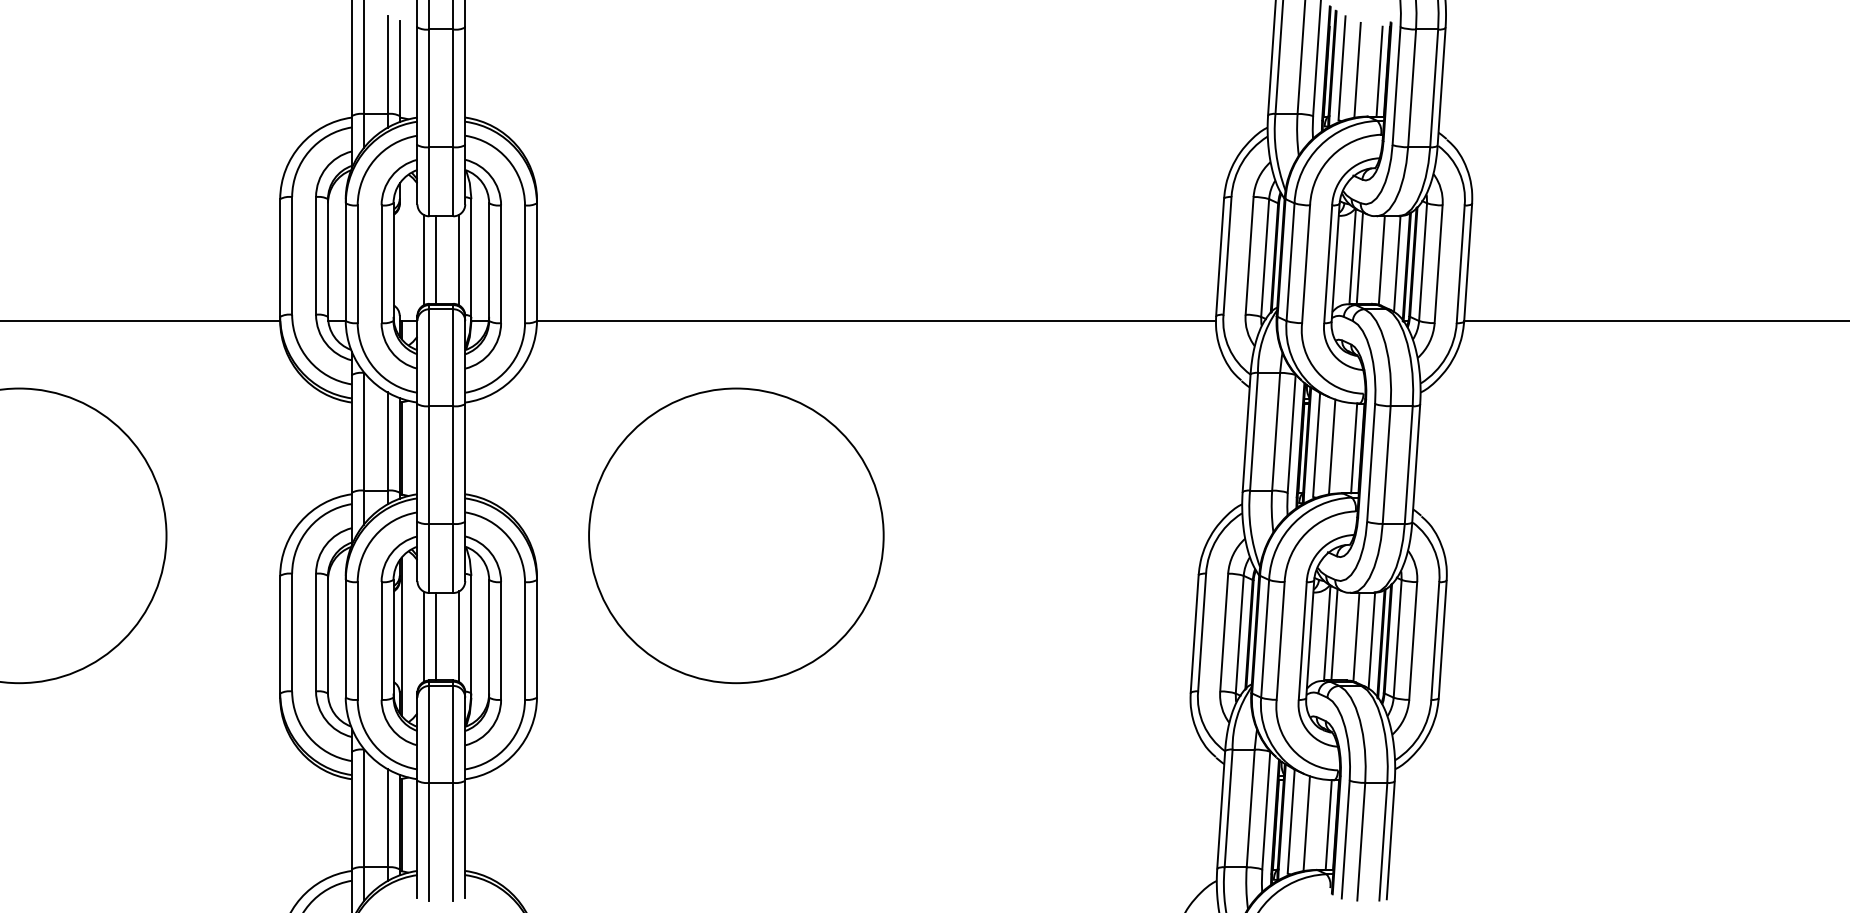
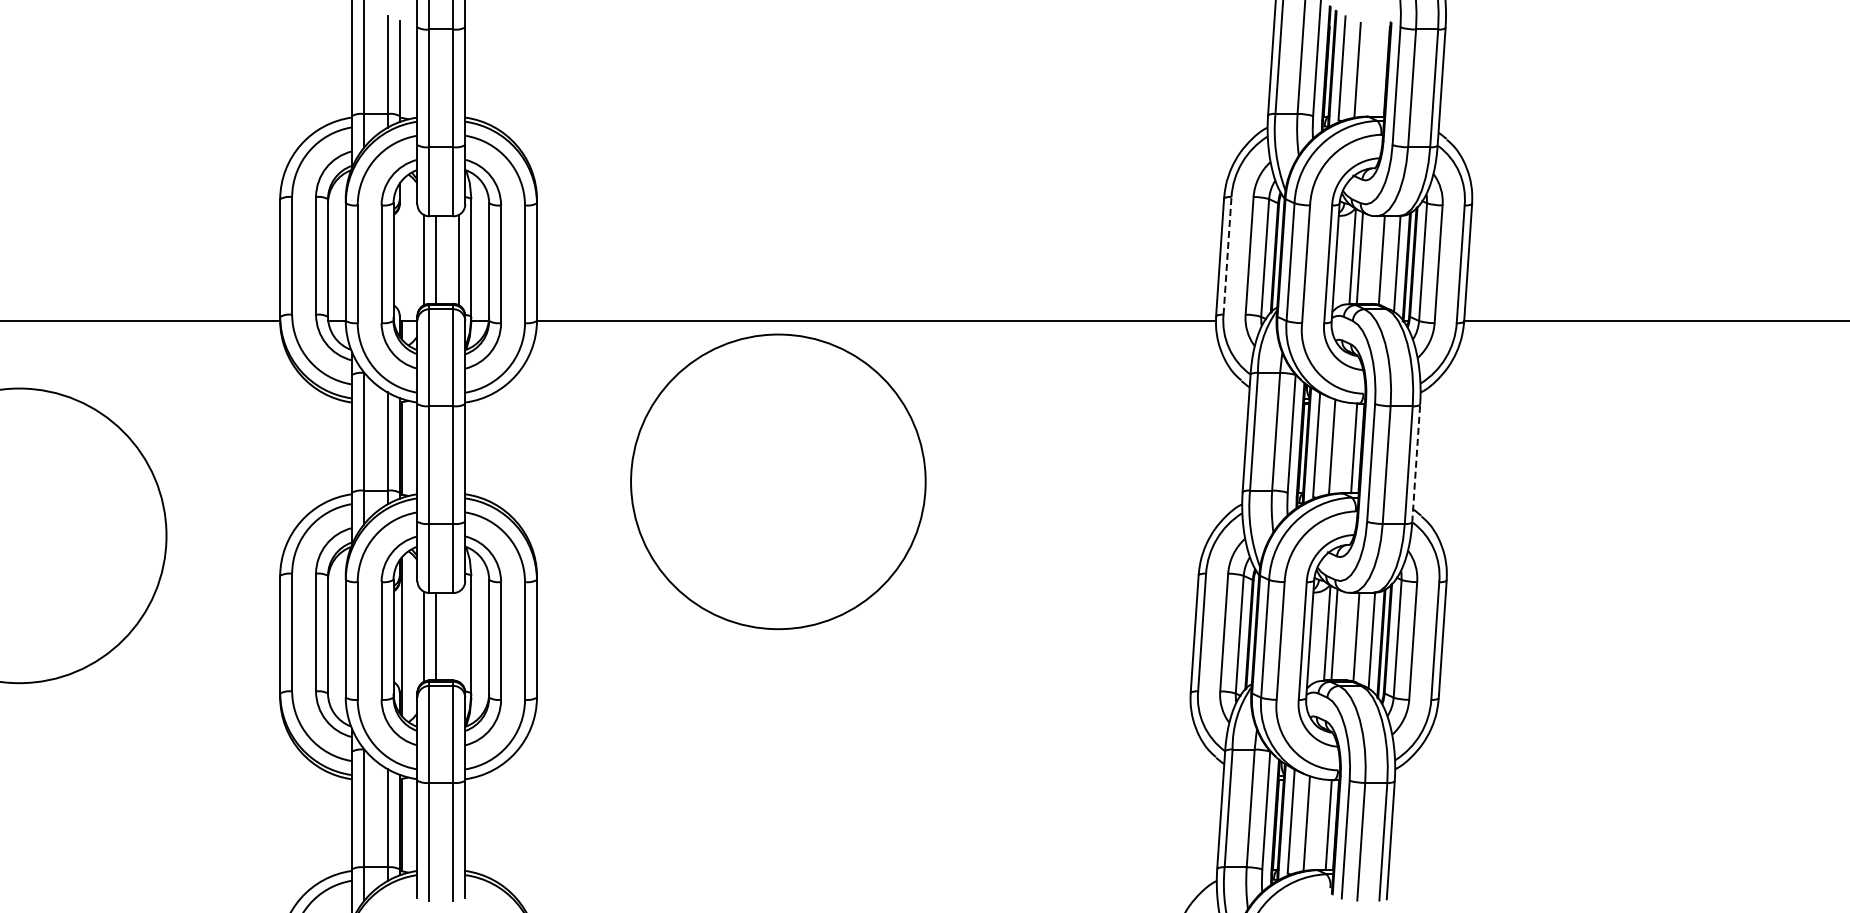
line at (1379, 71): present -> none
line at (1227, 255): solid -> dashed
line at (1416, 463): solid -> dashed
circle at (736, 535) position: (736, 535) -> (778, 481)
line at (459, 636): present -> none
